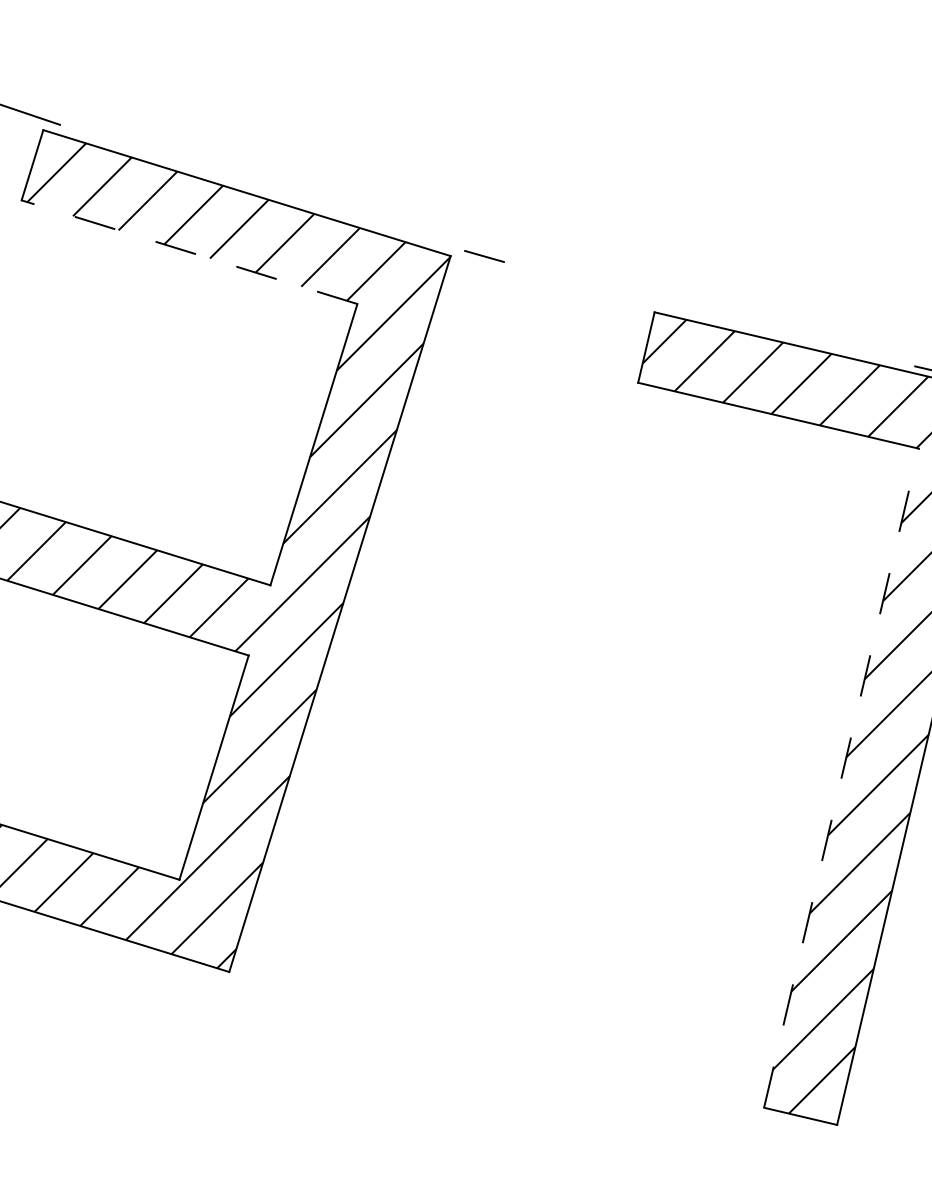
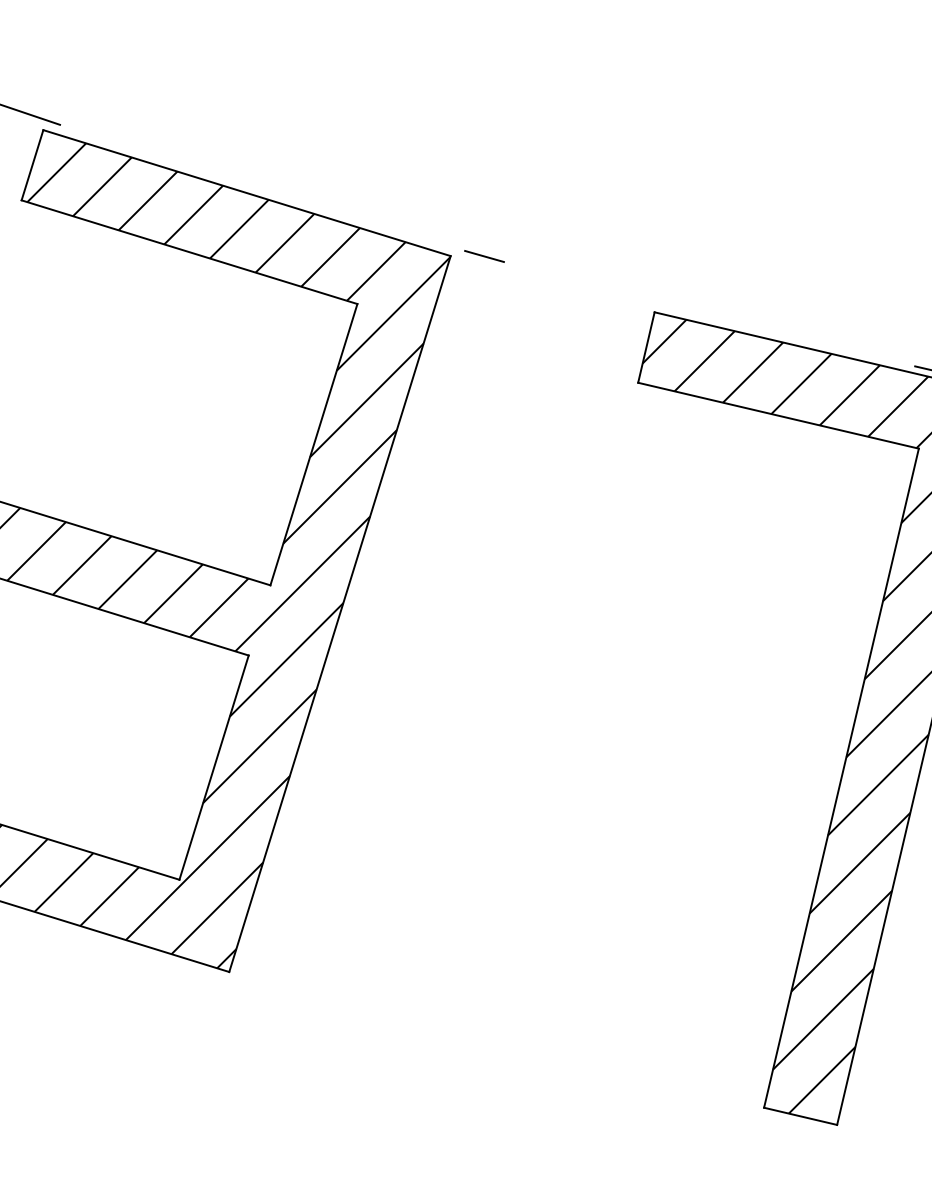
line at (189, 252): dashed -> solid
line at (841, 778): dashed -> solid
